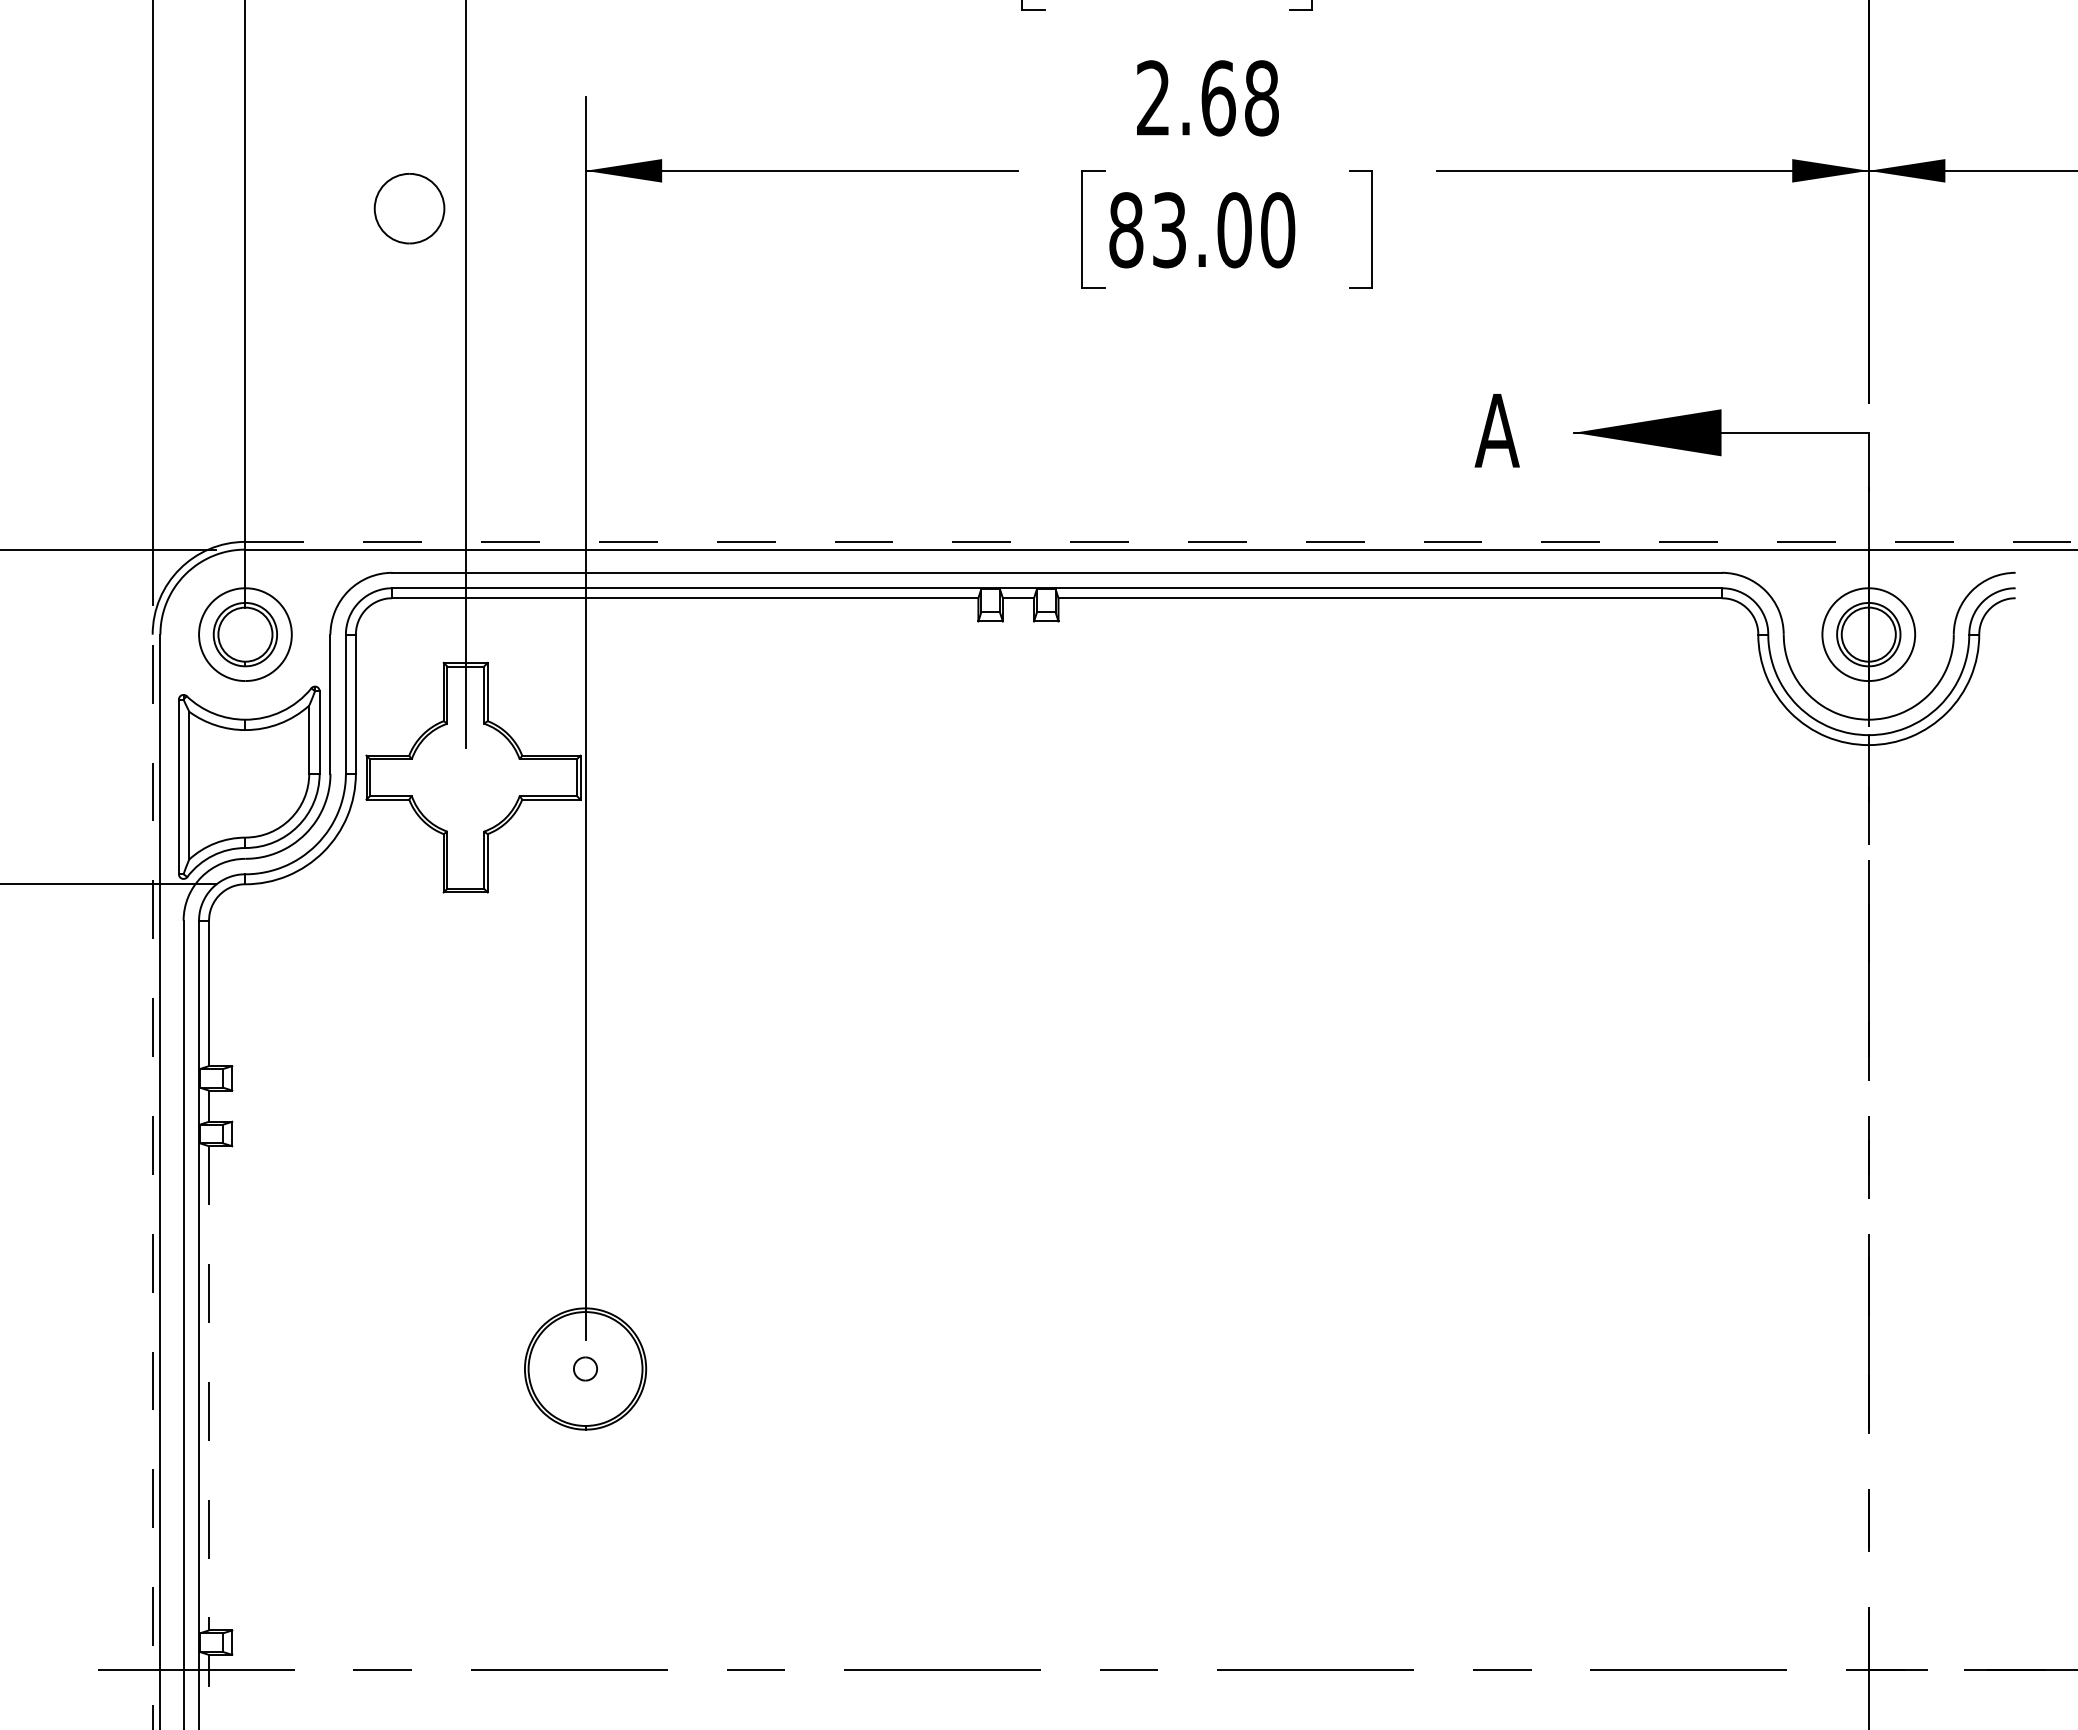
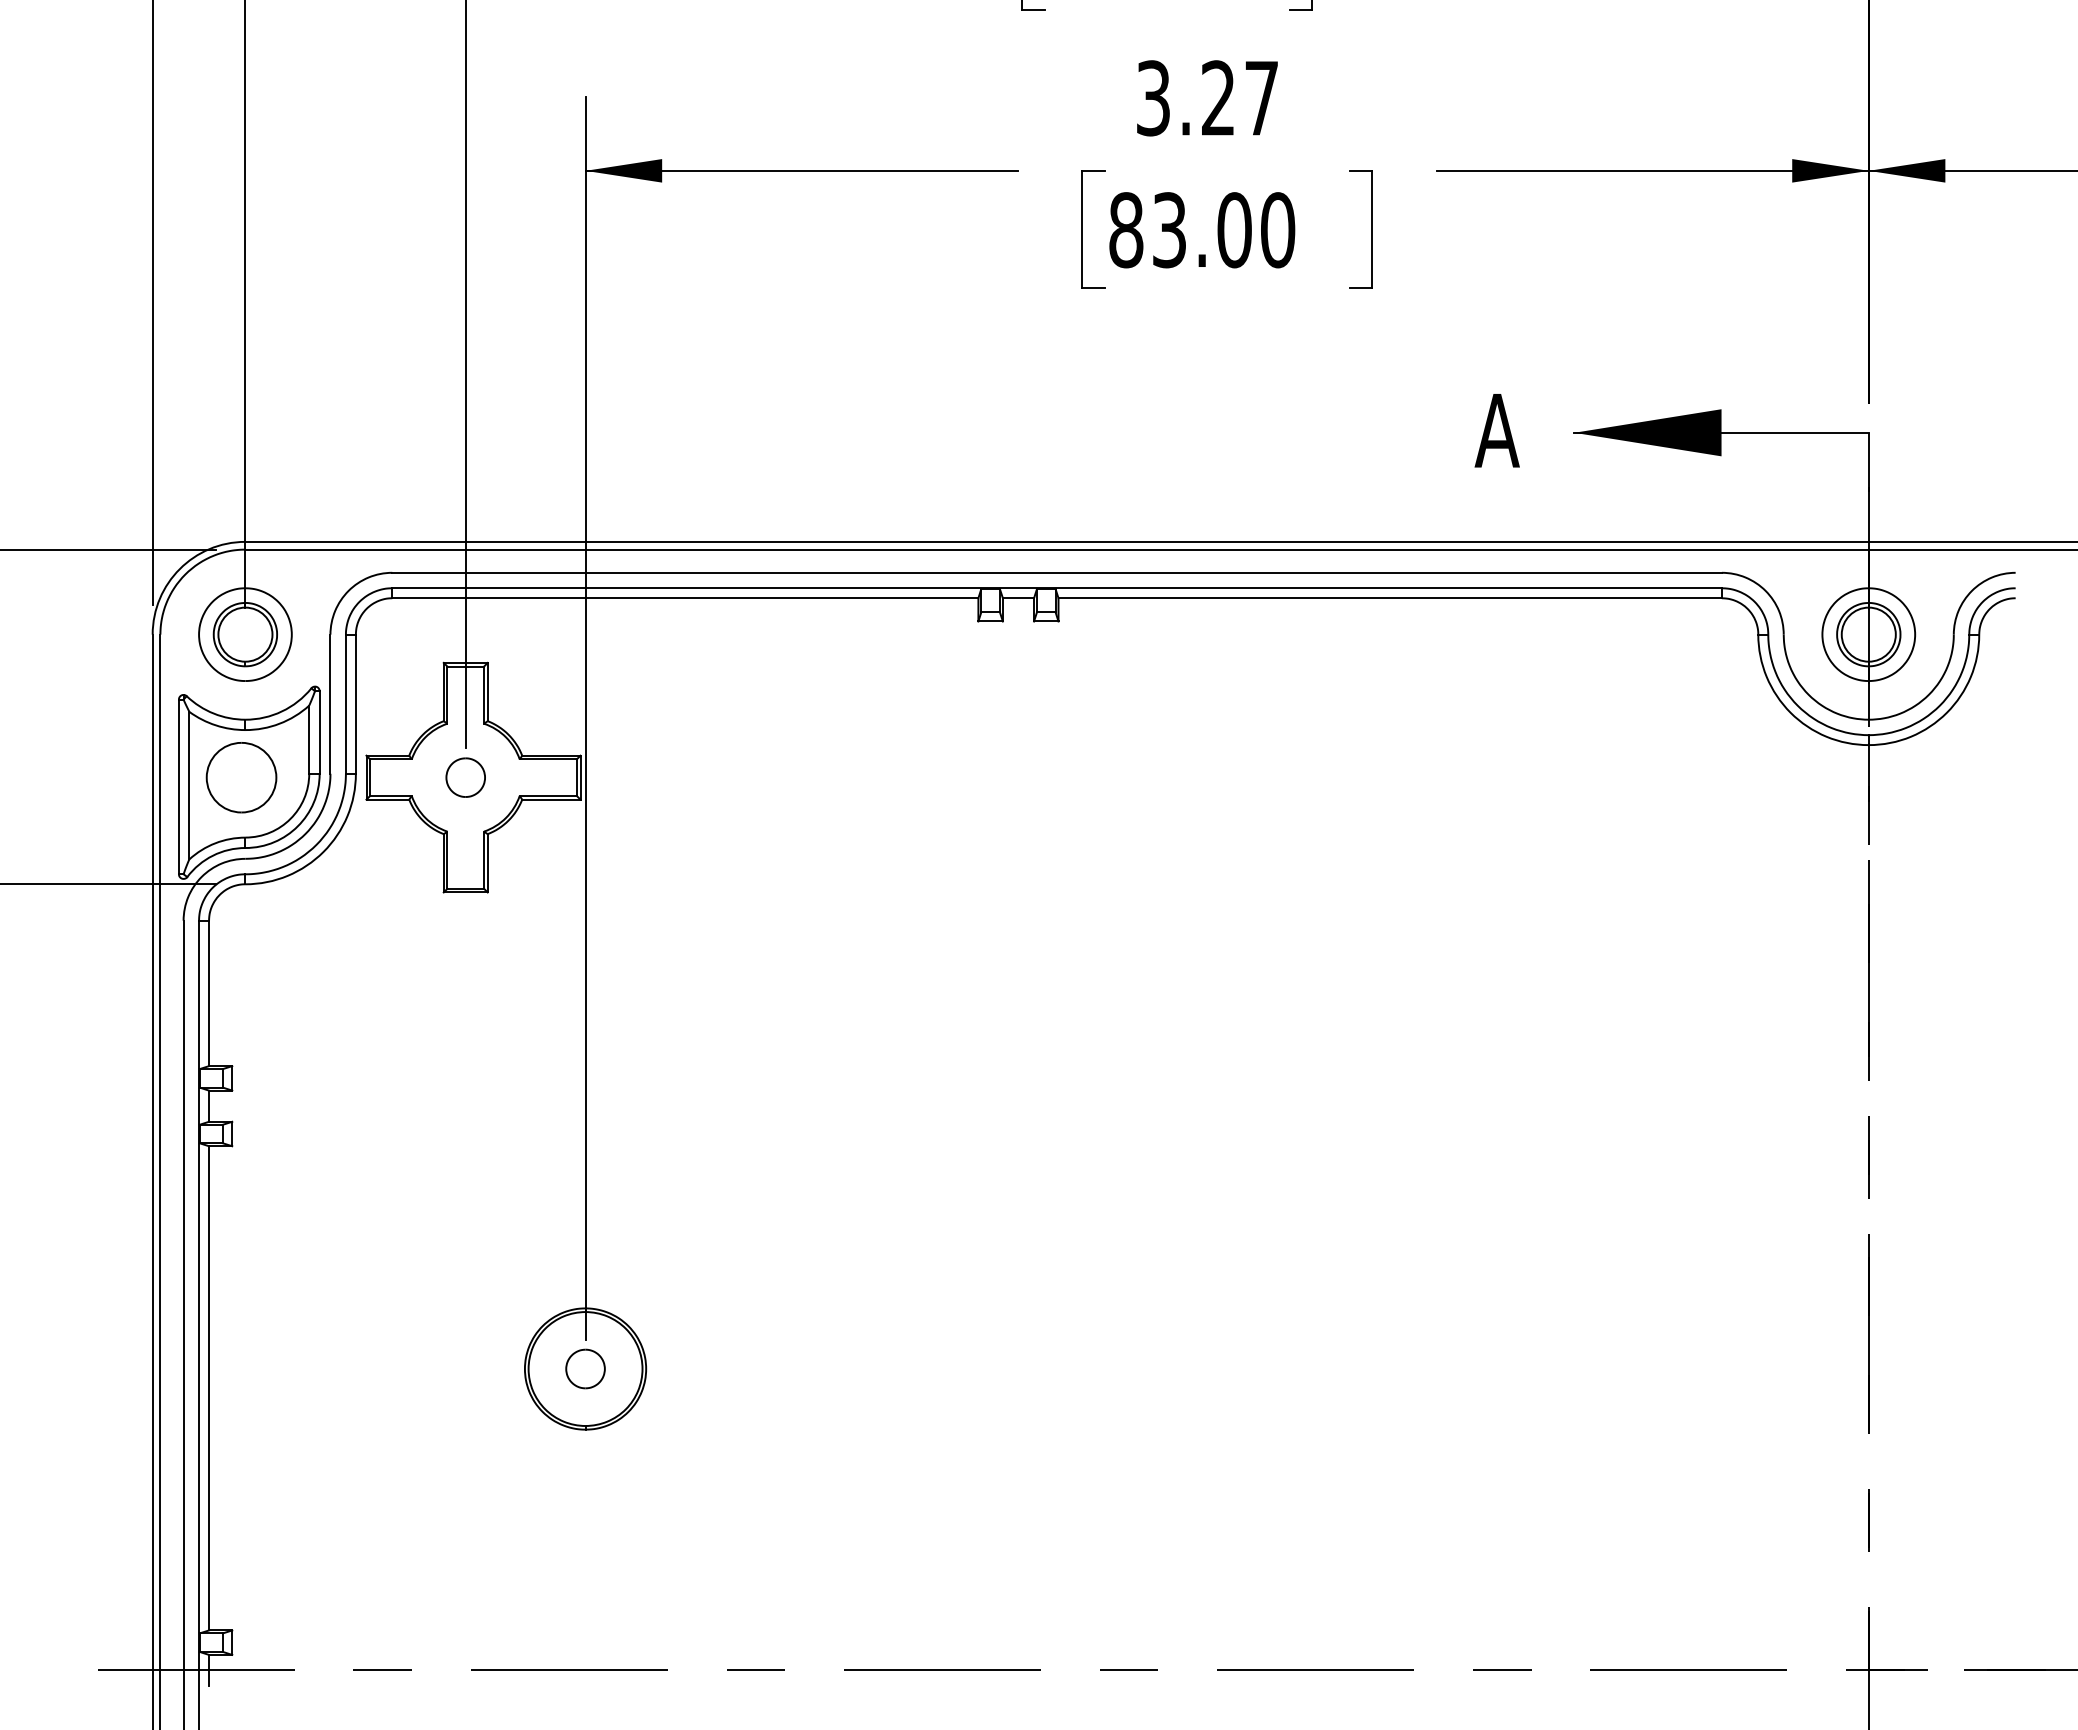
text at (1207, 98): 2.68 -> 3.27
part at (409, 208) position: (409, 208) -> (241, 777)
line at (1161, 541): dashed -> solid
part at (465, 777): none -> present
line at (152, 1181): dashed -> solid
part at (585, 1368) size: 25x26 px -> 41x42 px
line at (209, 1388): dashed -> solid
